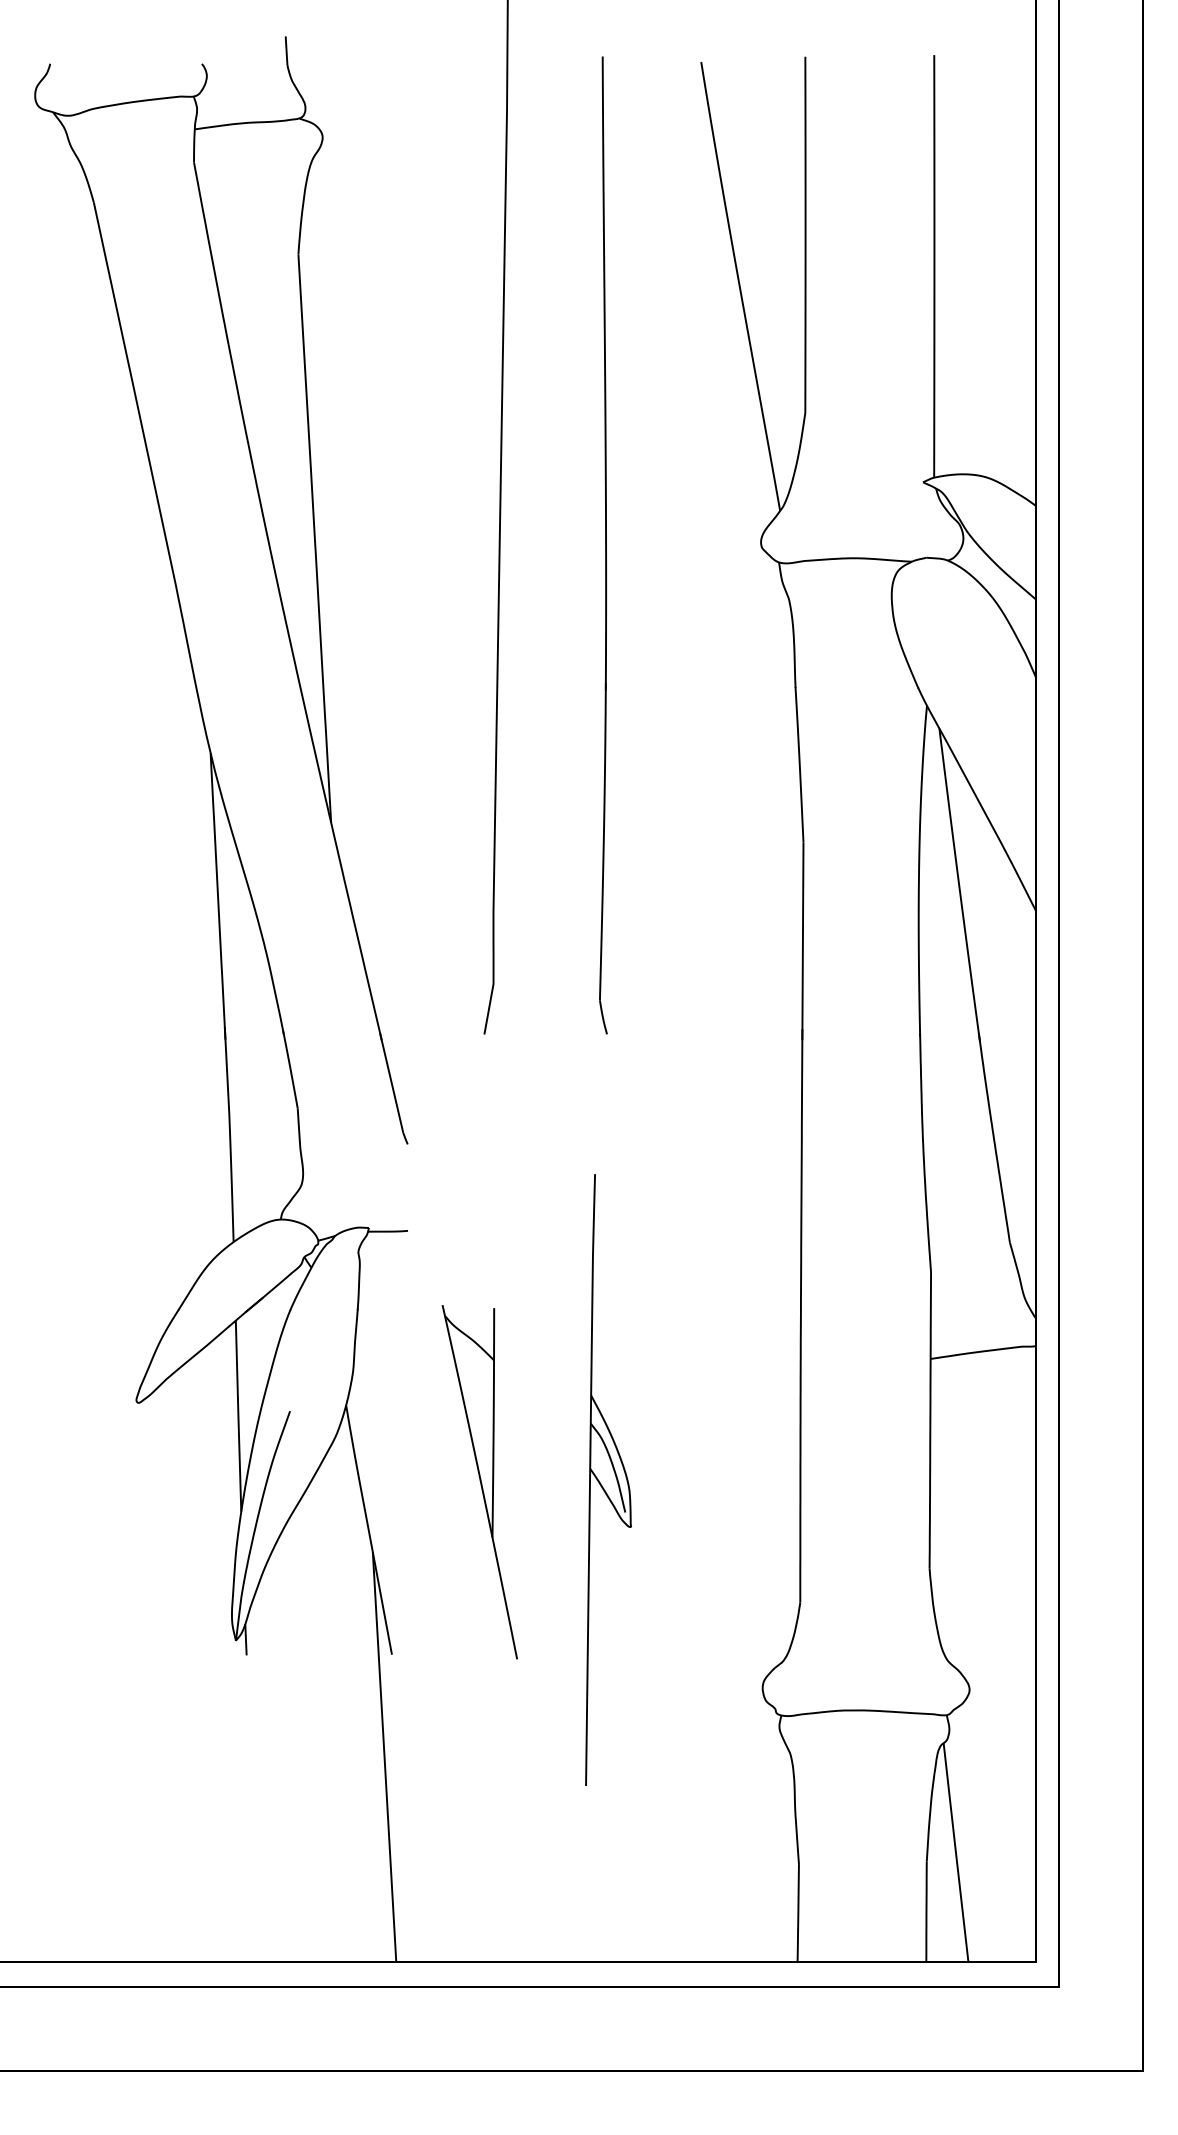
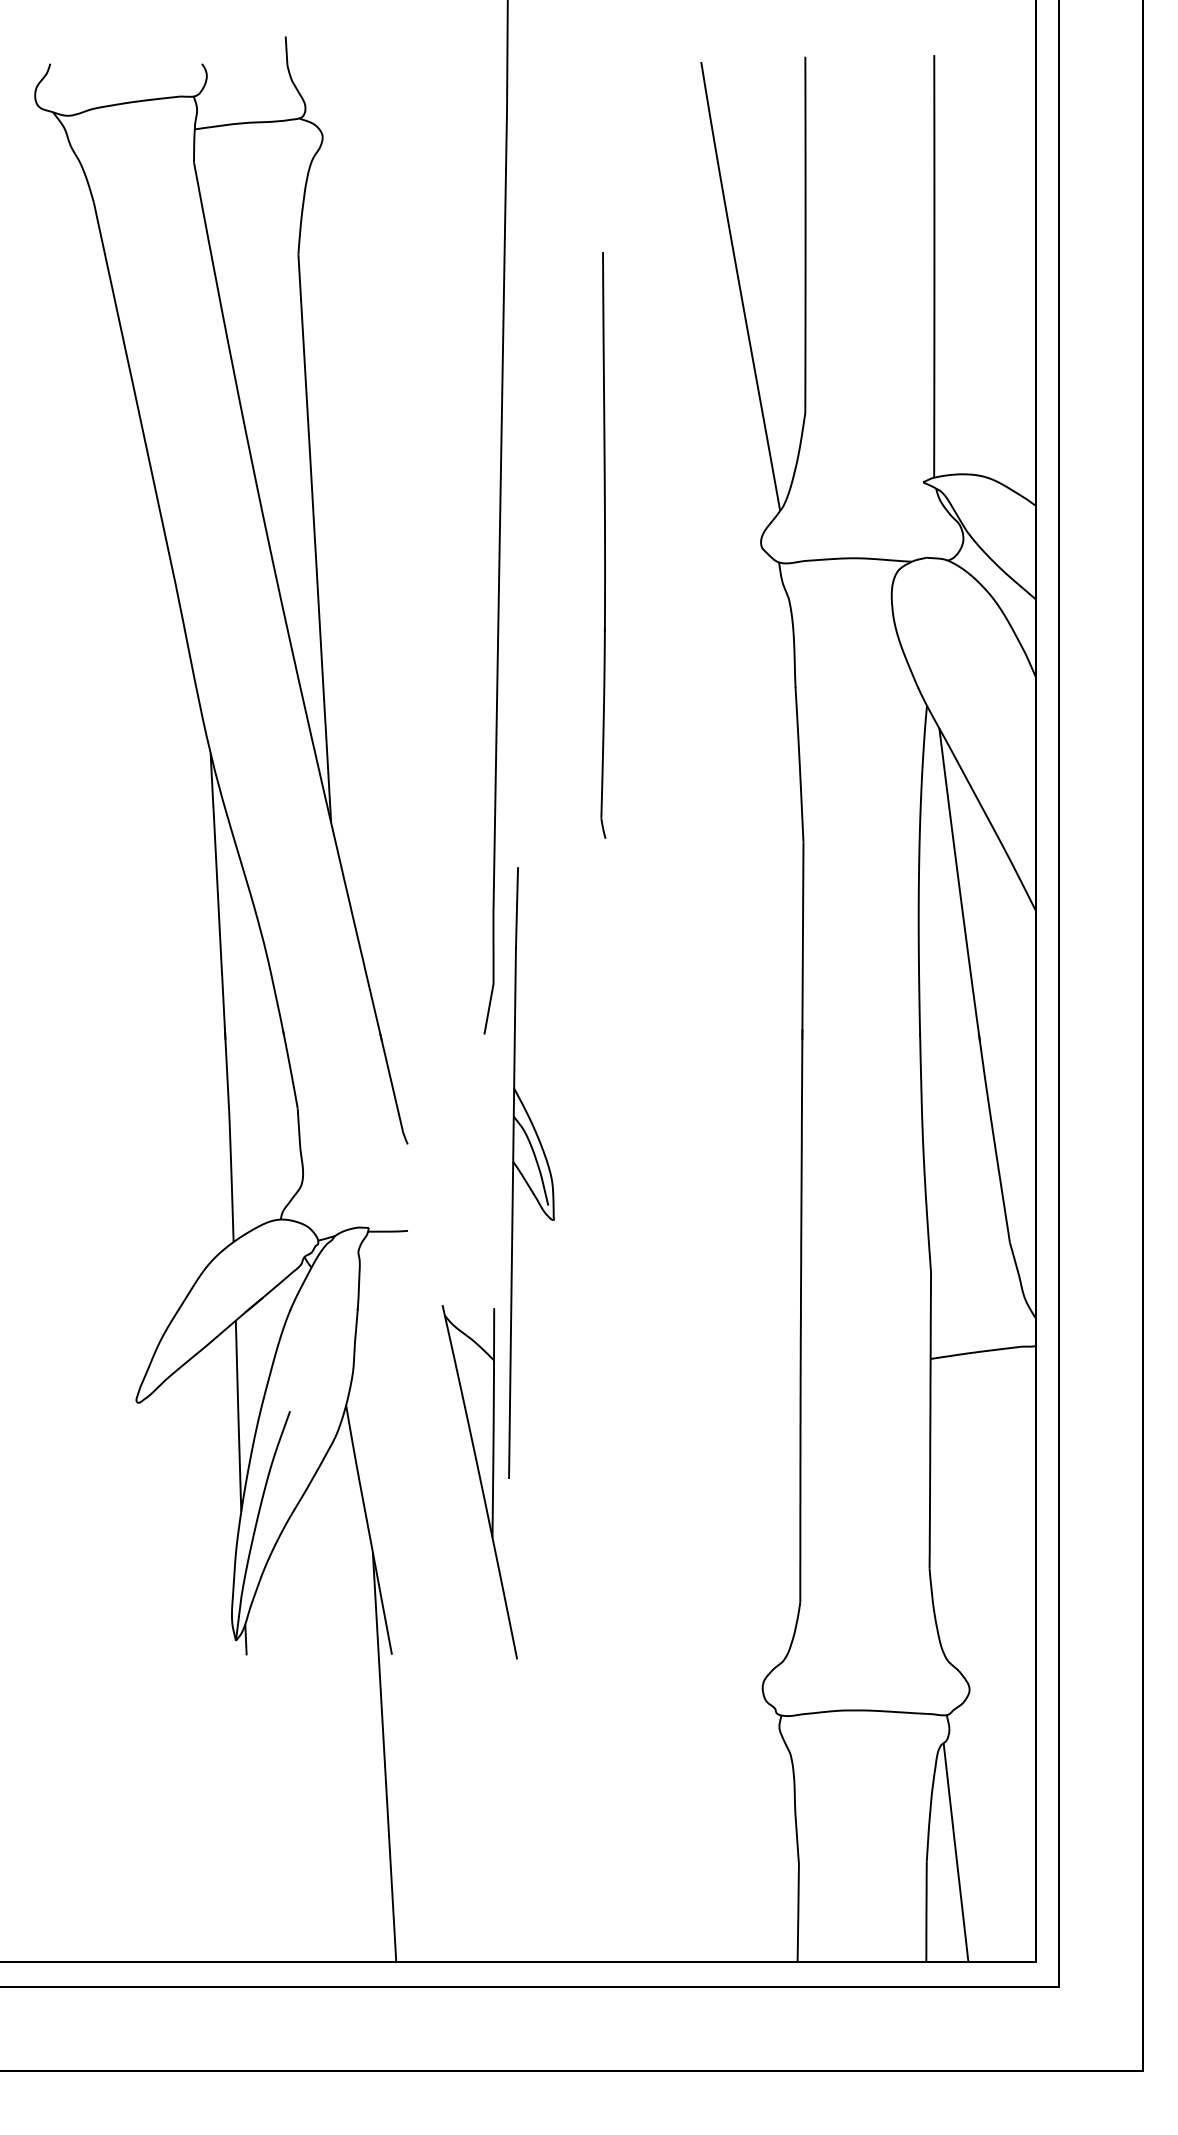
part at (603, 545) size: 9x979 px -> 7x587 px
part at (608, 1479) position: (608, 1479) -> (531, 1172)
